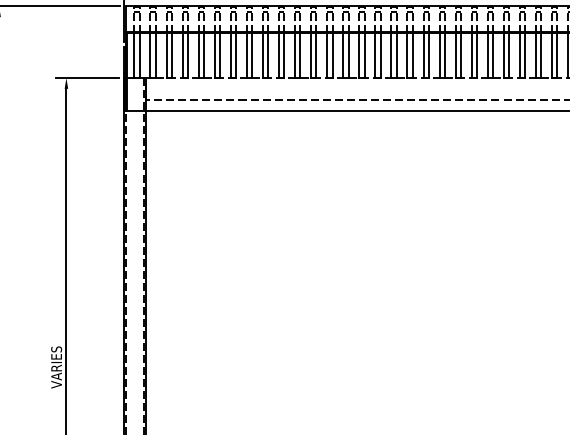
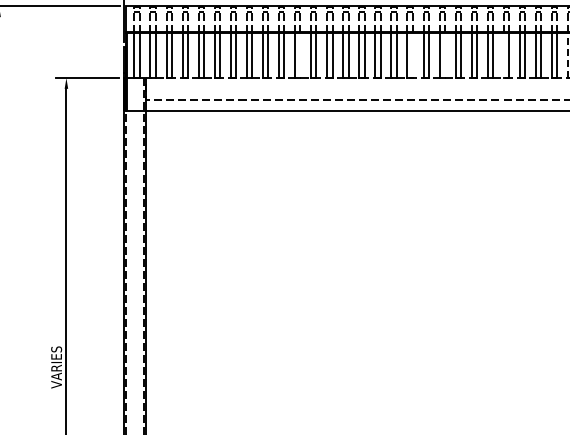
line at (300, 54): present -> none
line at (412, 54): present -> none
line at (444, 54): present -> none
line at (503, 54): present -> none
line at (568, 55): solid -> dashed
